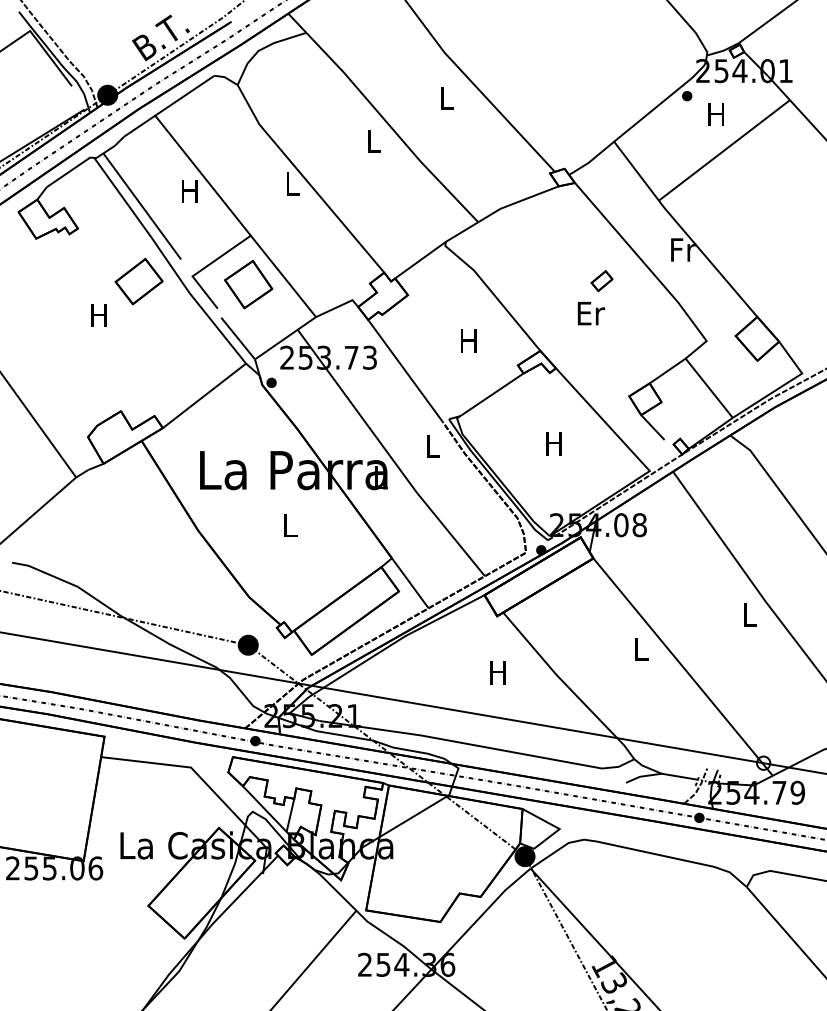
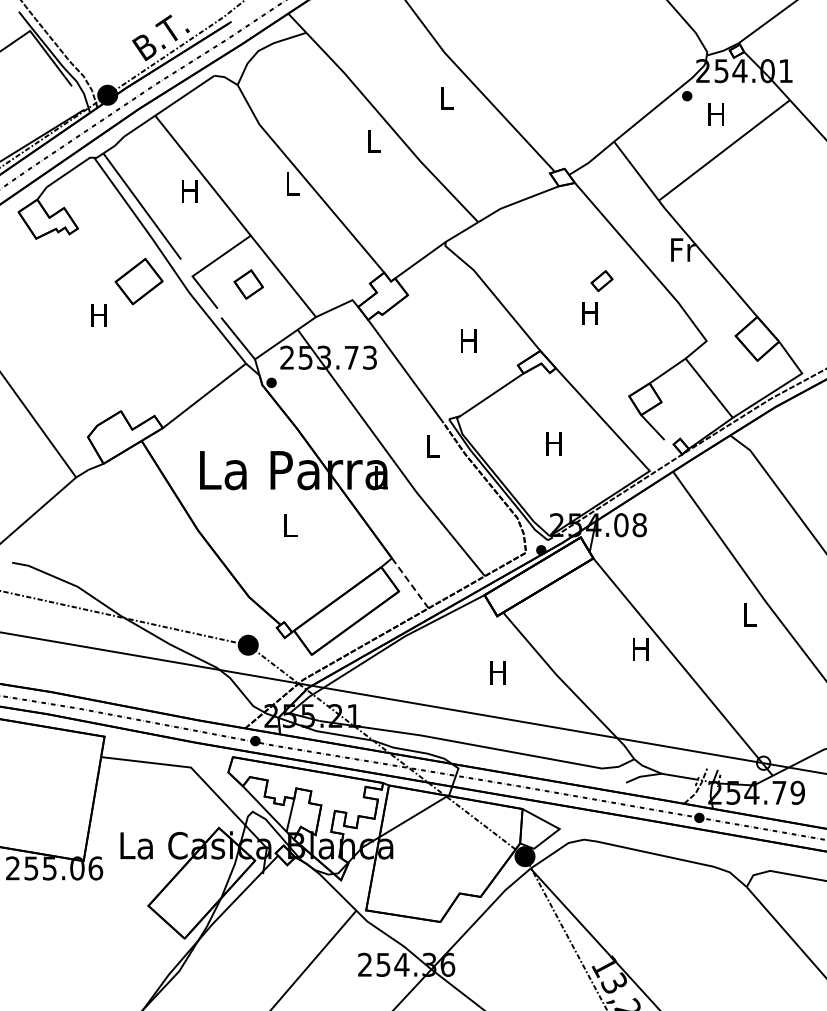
part at (248, 284) size: 50x51 px -> 31x31 px
text at (591, 313): Er -> H
line at (410, 583): solid -> dashed
text at (640, 649): L -> H
